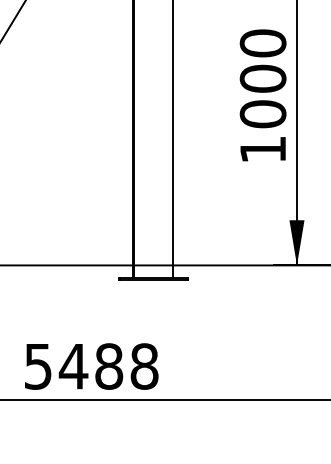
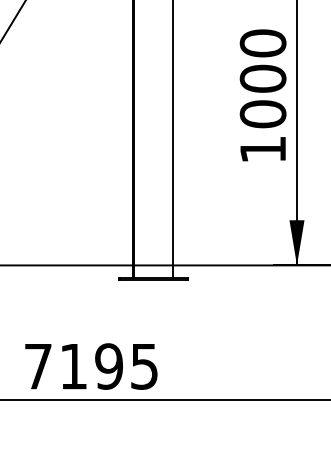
text at (91, 366): 5488 -> 7195
